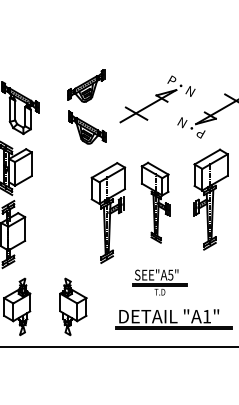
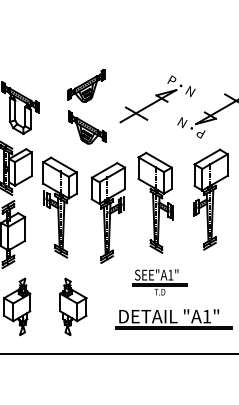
part at (155, 202) size: 31x83 px -> 37x103 px
part at (59, 207): none -> present
text at (170, 274): SEE"A5" -> SEE"A1"
line at (118, 347) position: (118, 347) -> (118, 354)
